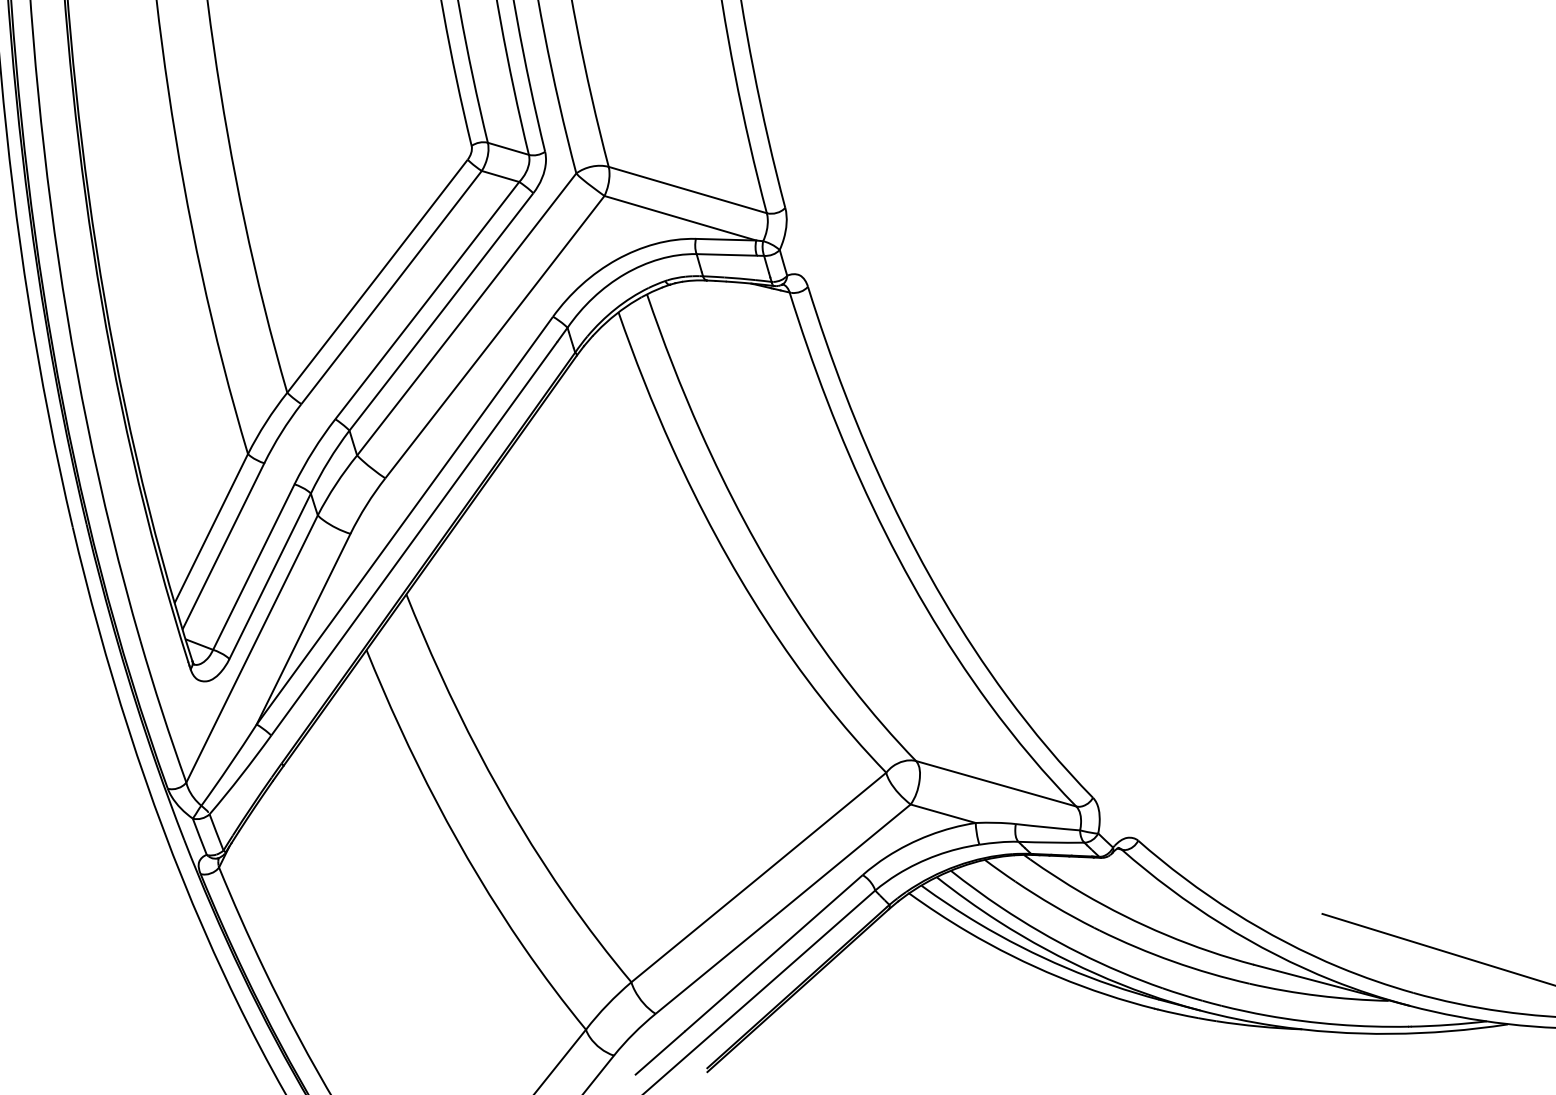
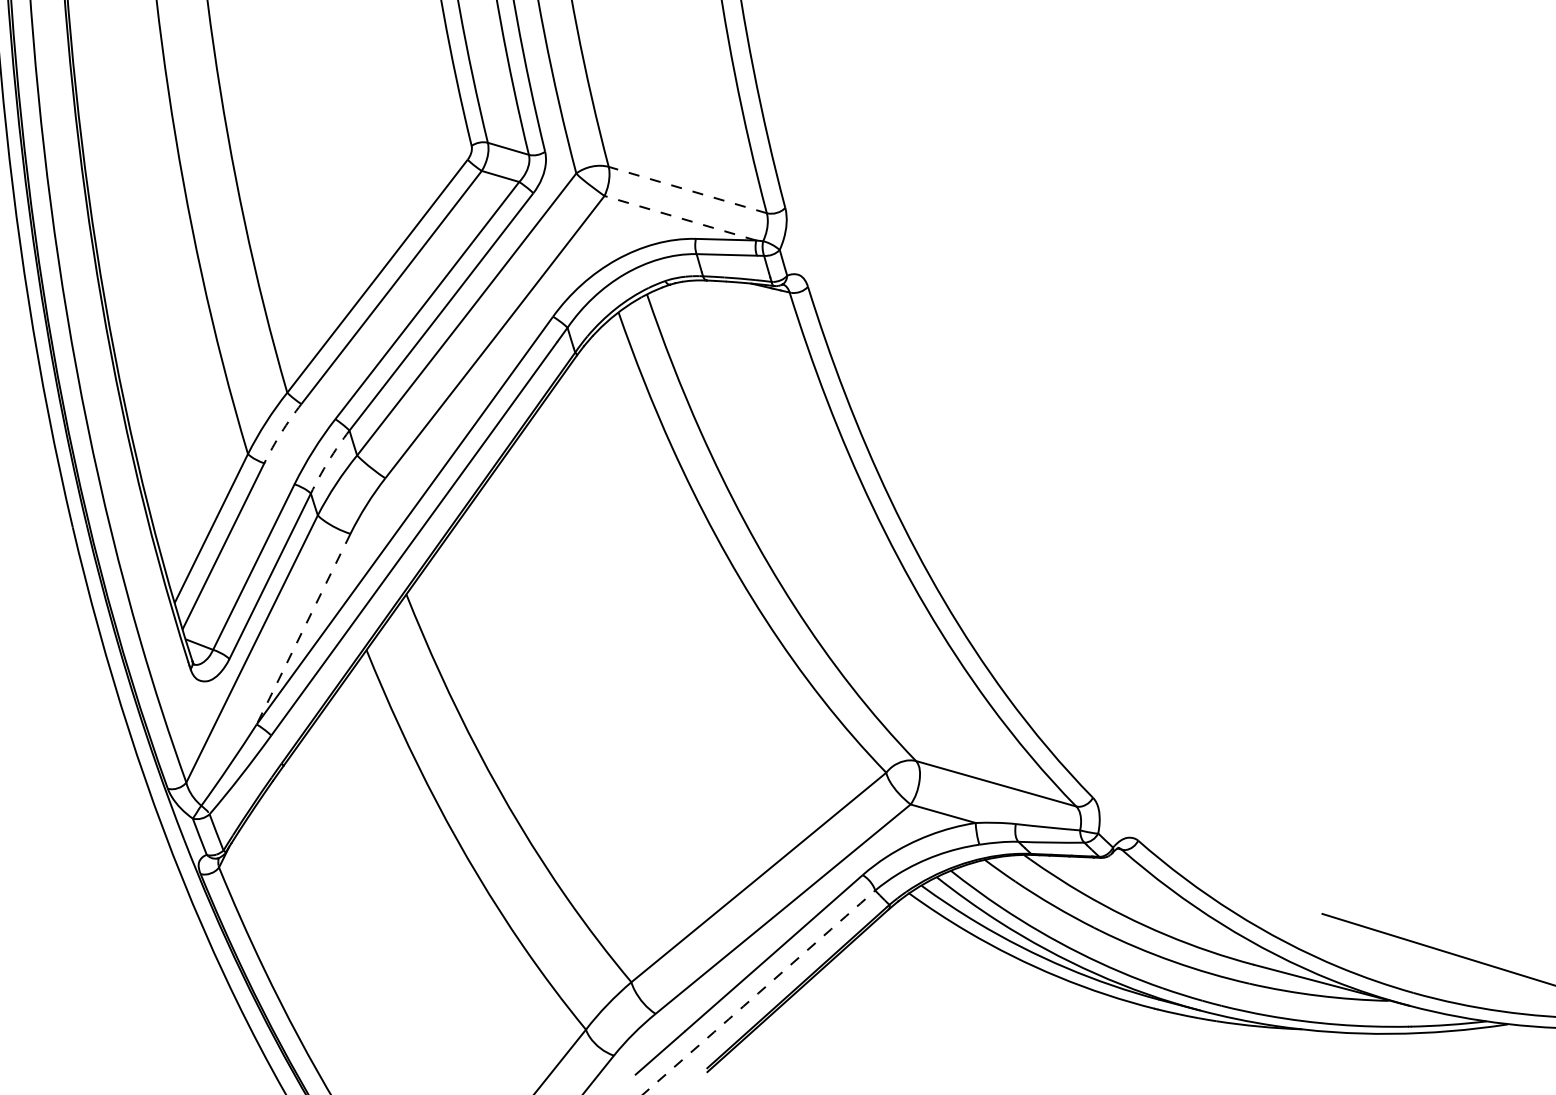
line at (687, 189): solid -> dashed
line at (679, 218): solid -> dashed
arc at (281, 432): solid -> dashed
arc at (328, 461): solid -> dashed
line at (303, 629): solid -> dashed
arc at (758, 992): solid -> dashed
